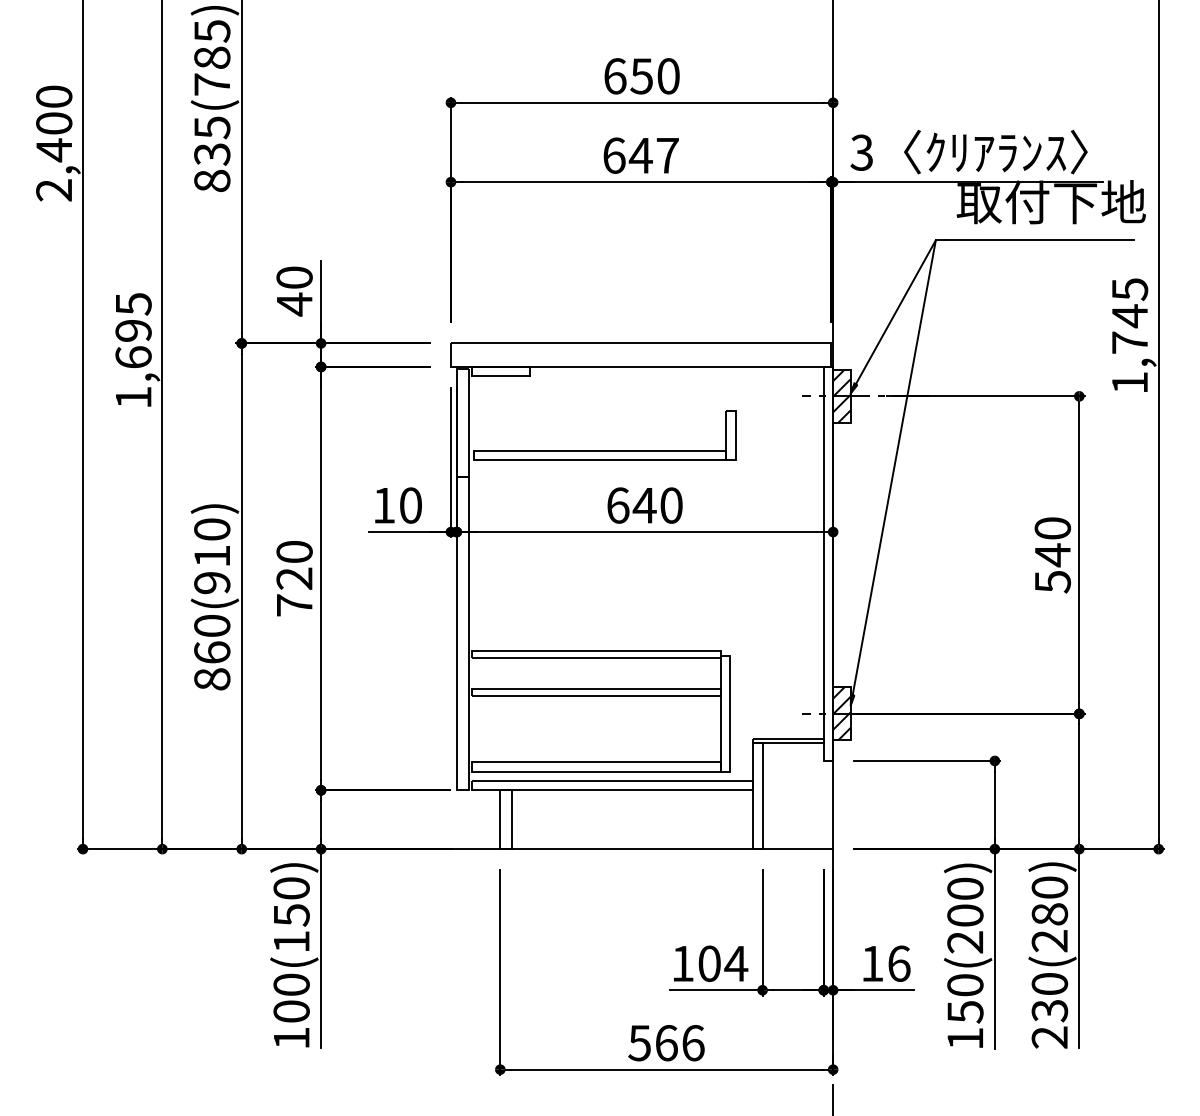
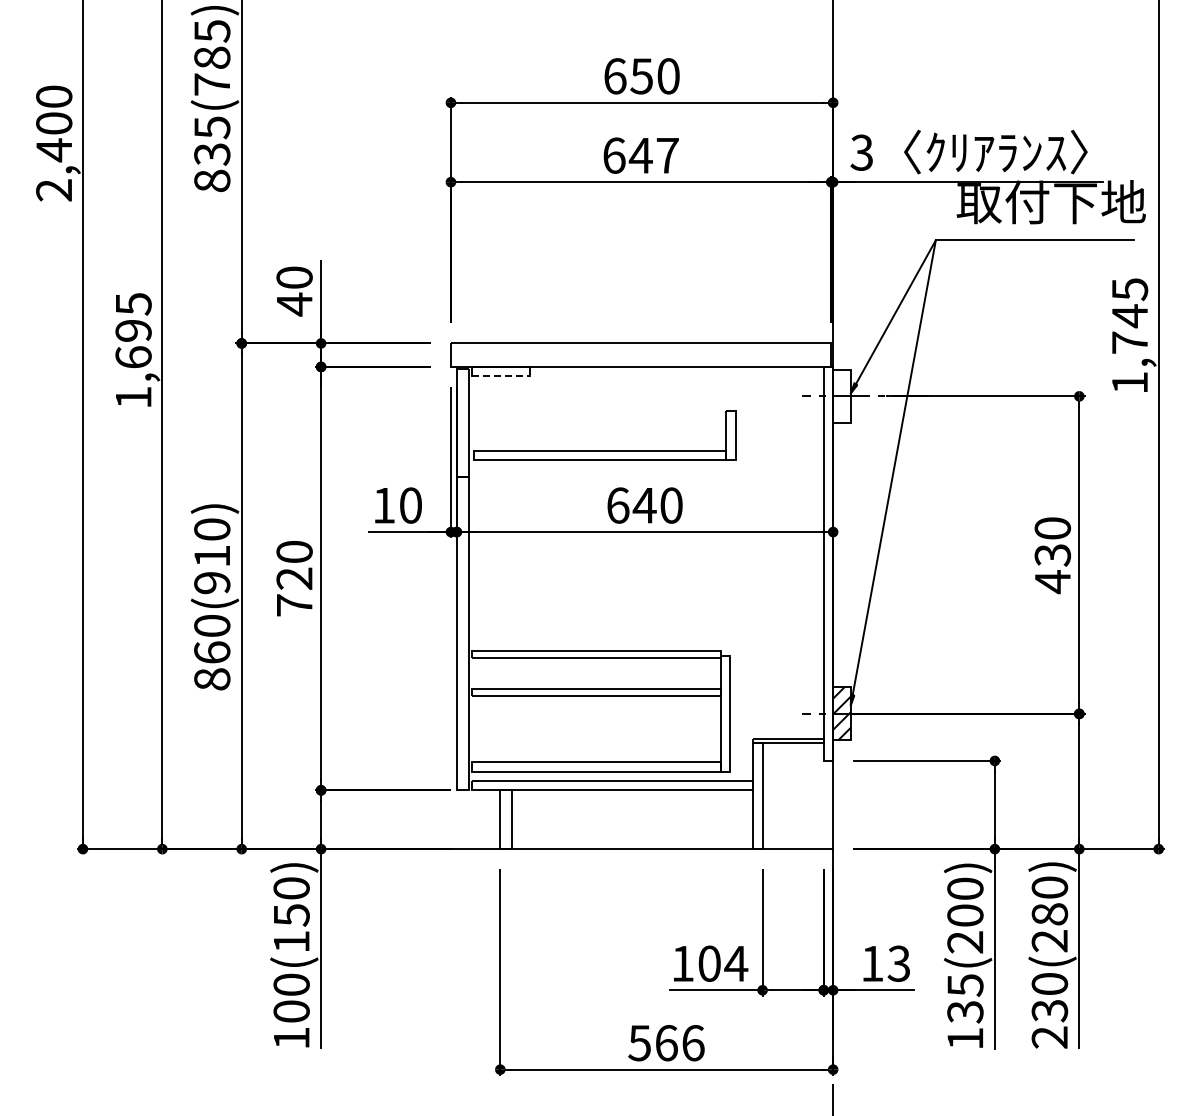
line at (501, 376): solid -> dashed
hatch at (841, 395): present -> none
text at (1052, 568): 540 -> 430
text at (898, 963): 16 -> 13
text at (965, 998): 150(200) -> 135(200)
